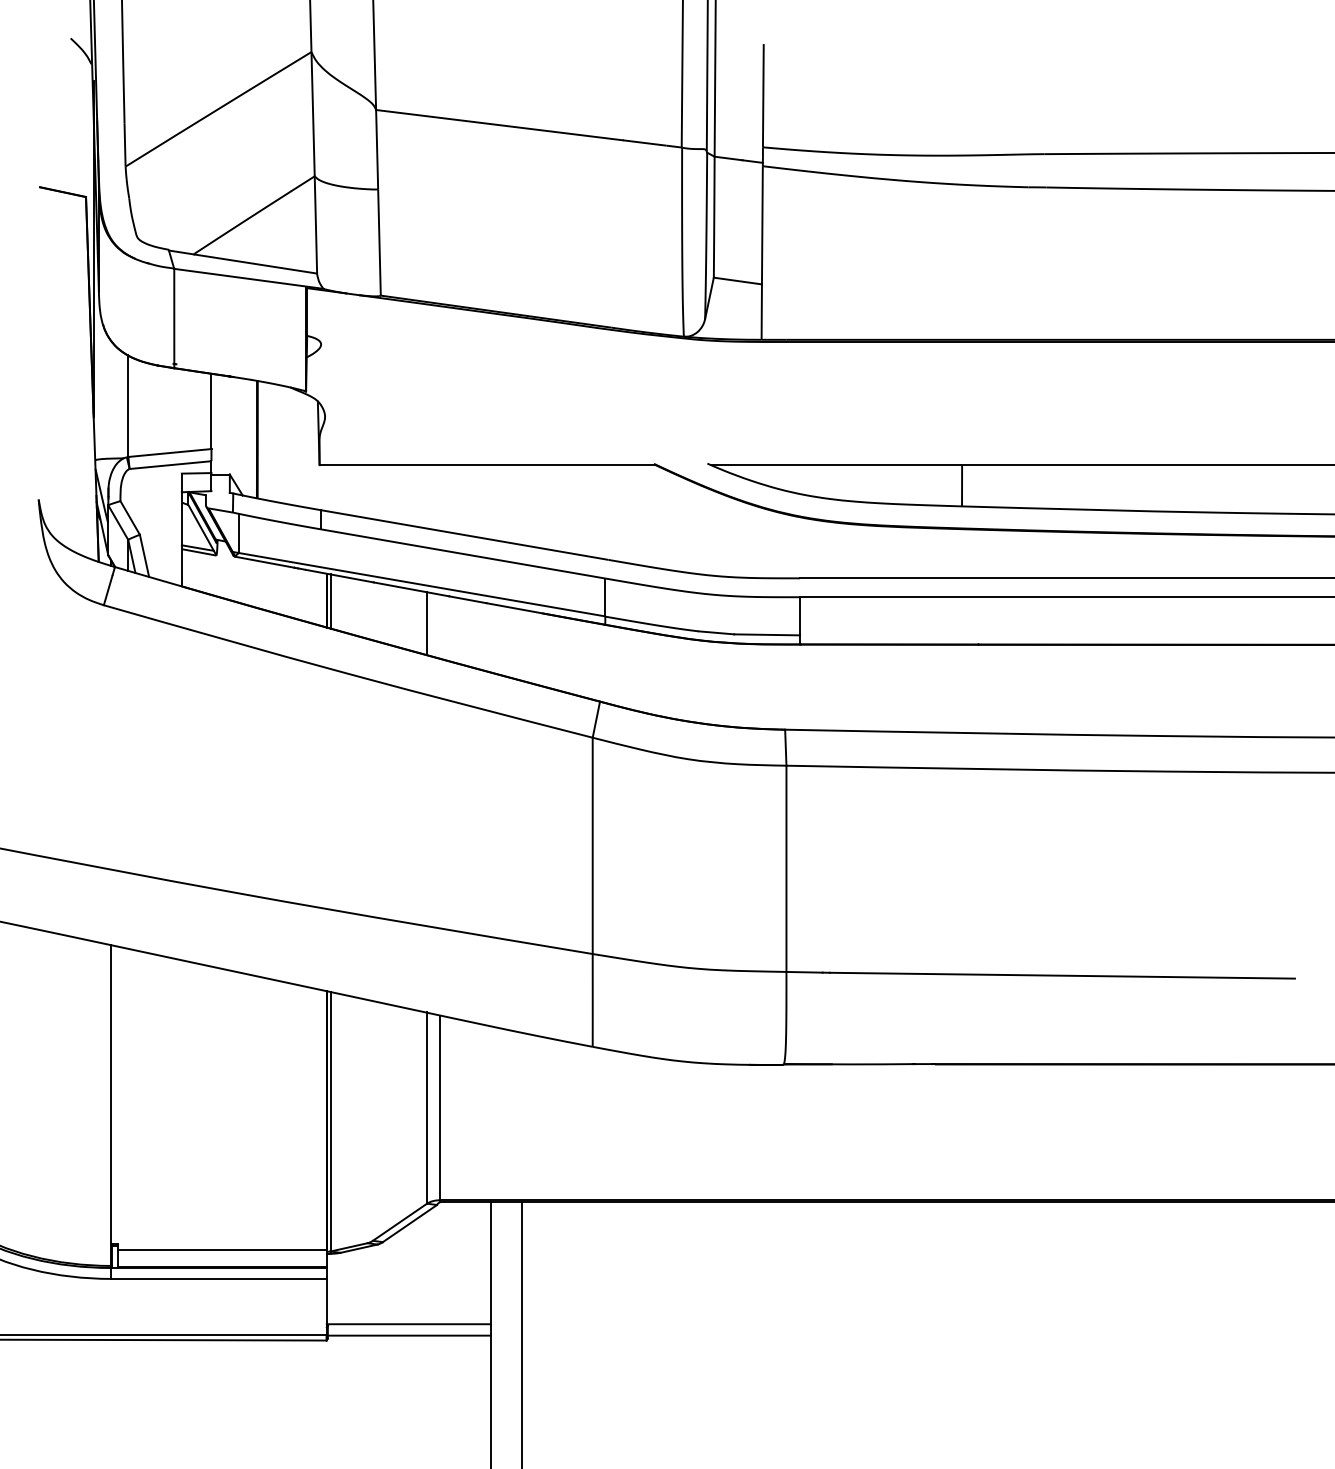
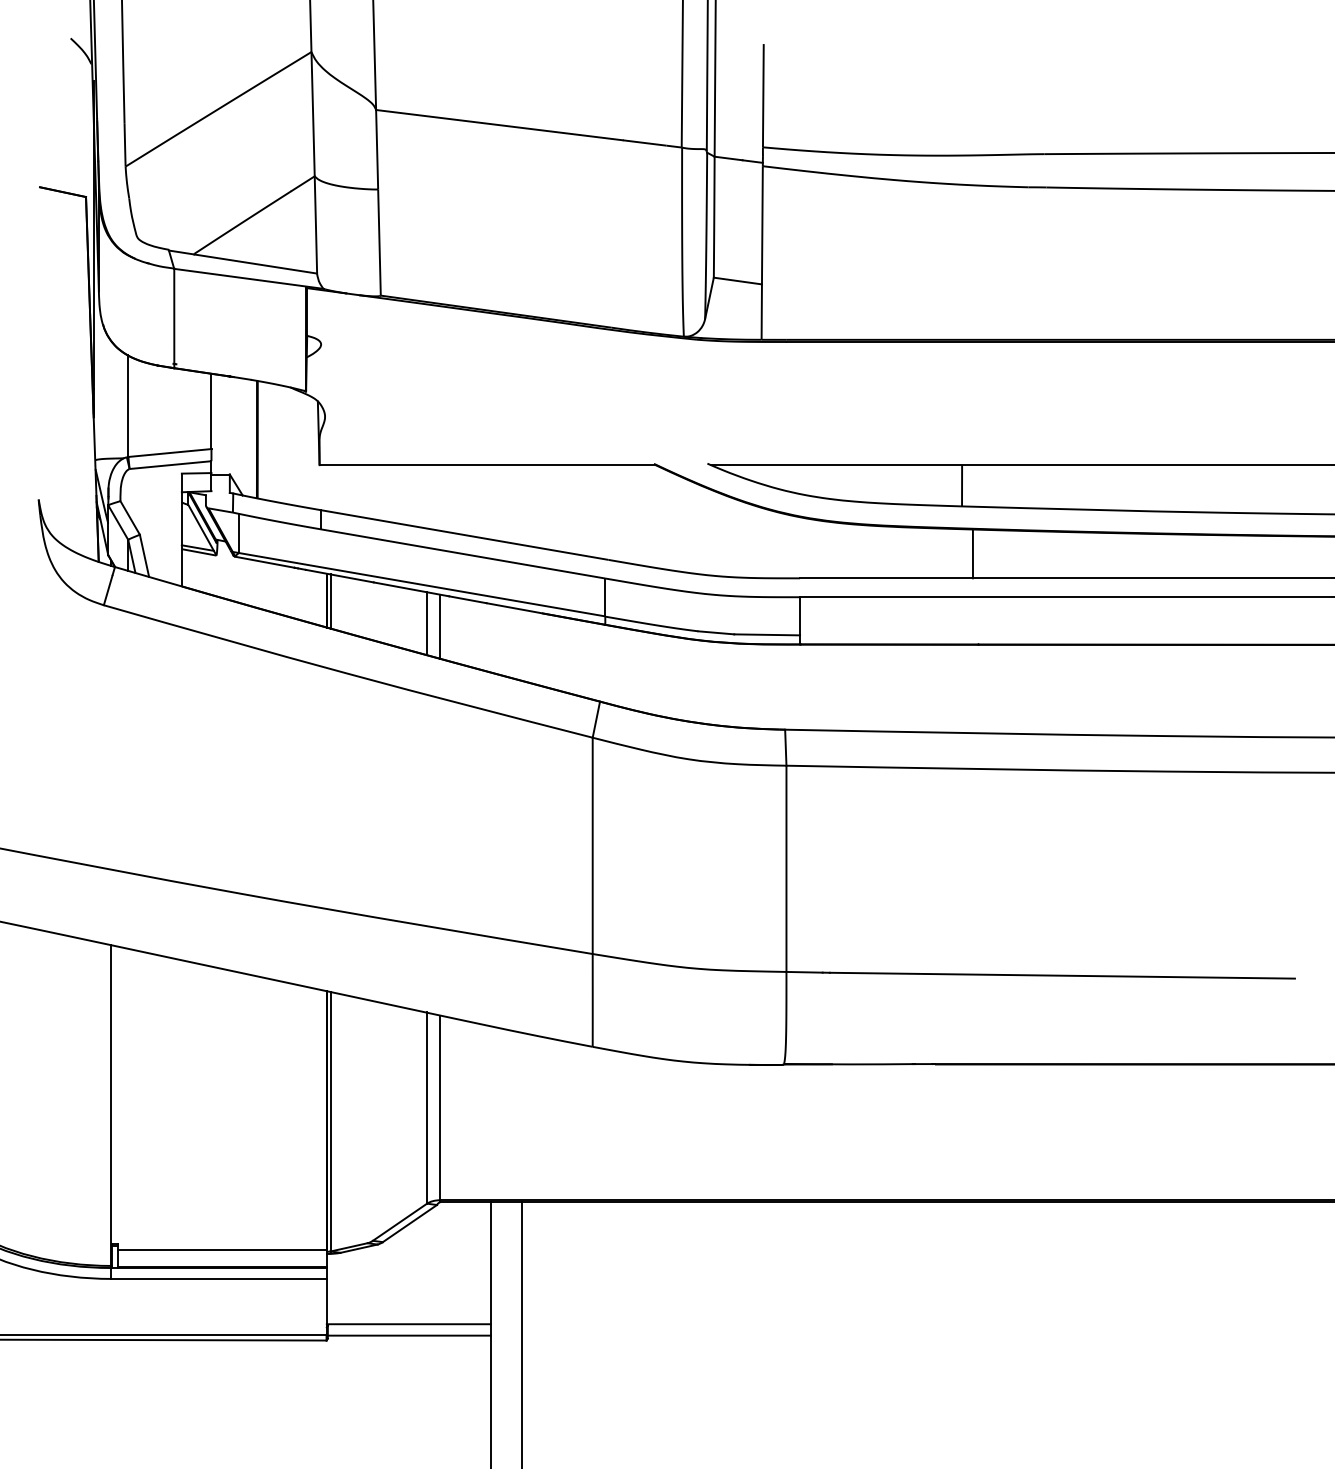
line at (972, 553): none -> present
line at (440, 626): none -> present
